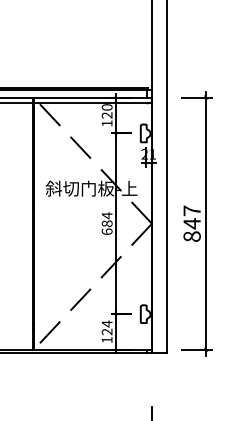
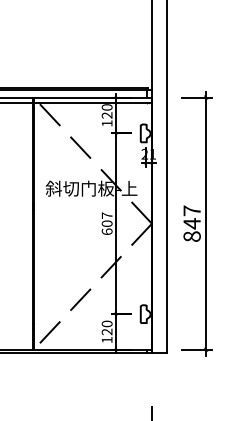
text at (106, 219): 684 -> 607
text at (106, 323): 124 -> 120
